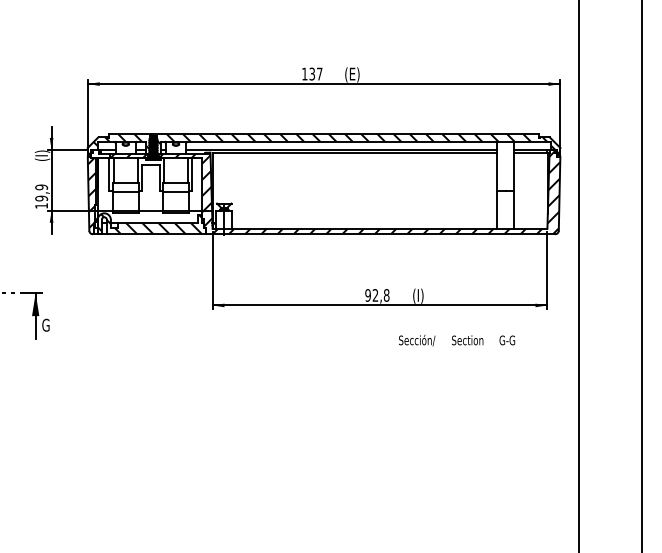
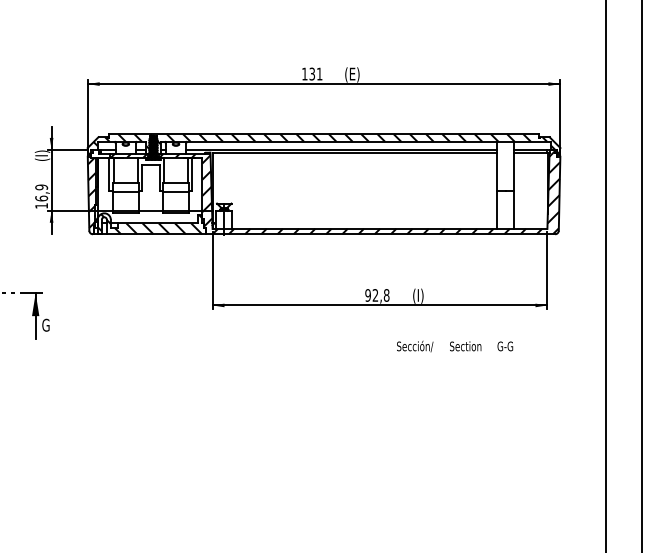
text at (319, 73): 137 -> 131
text at (41, 198): 19,9 -> 16,9
line at (579, 275) position: (579, 275) -> (606, 275)
text at (457, 340) position: (457, 340) -> (455, 346)
